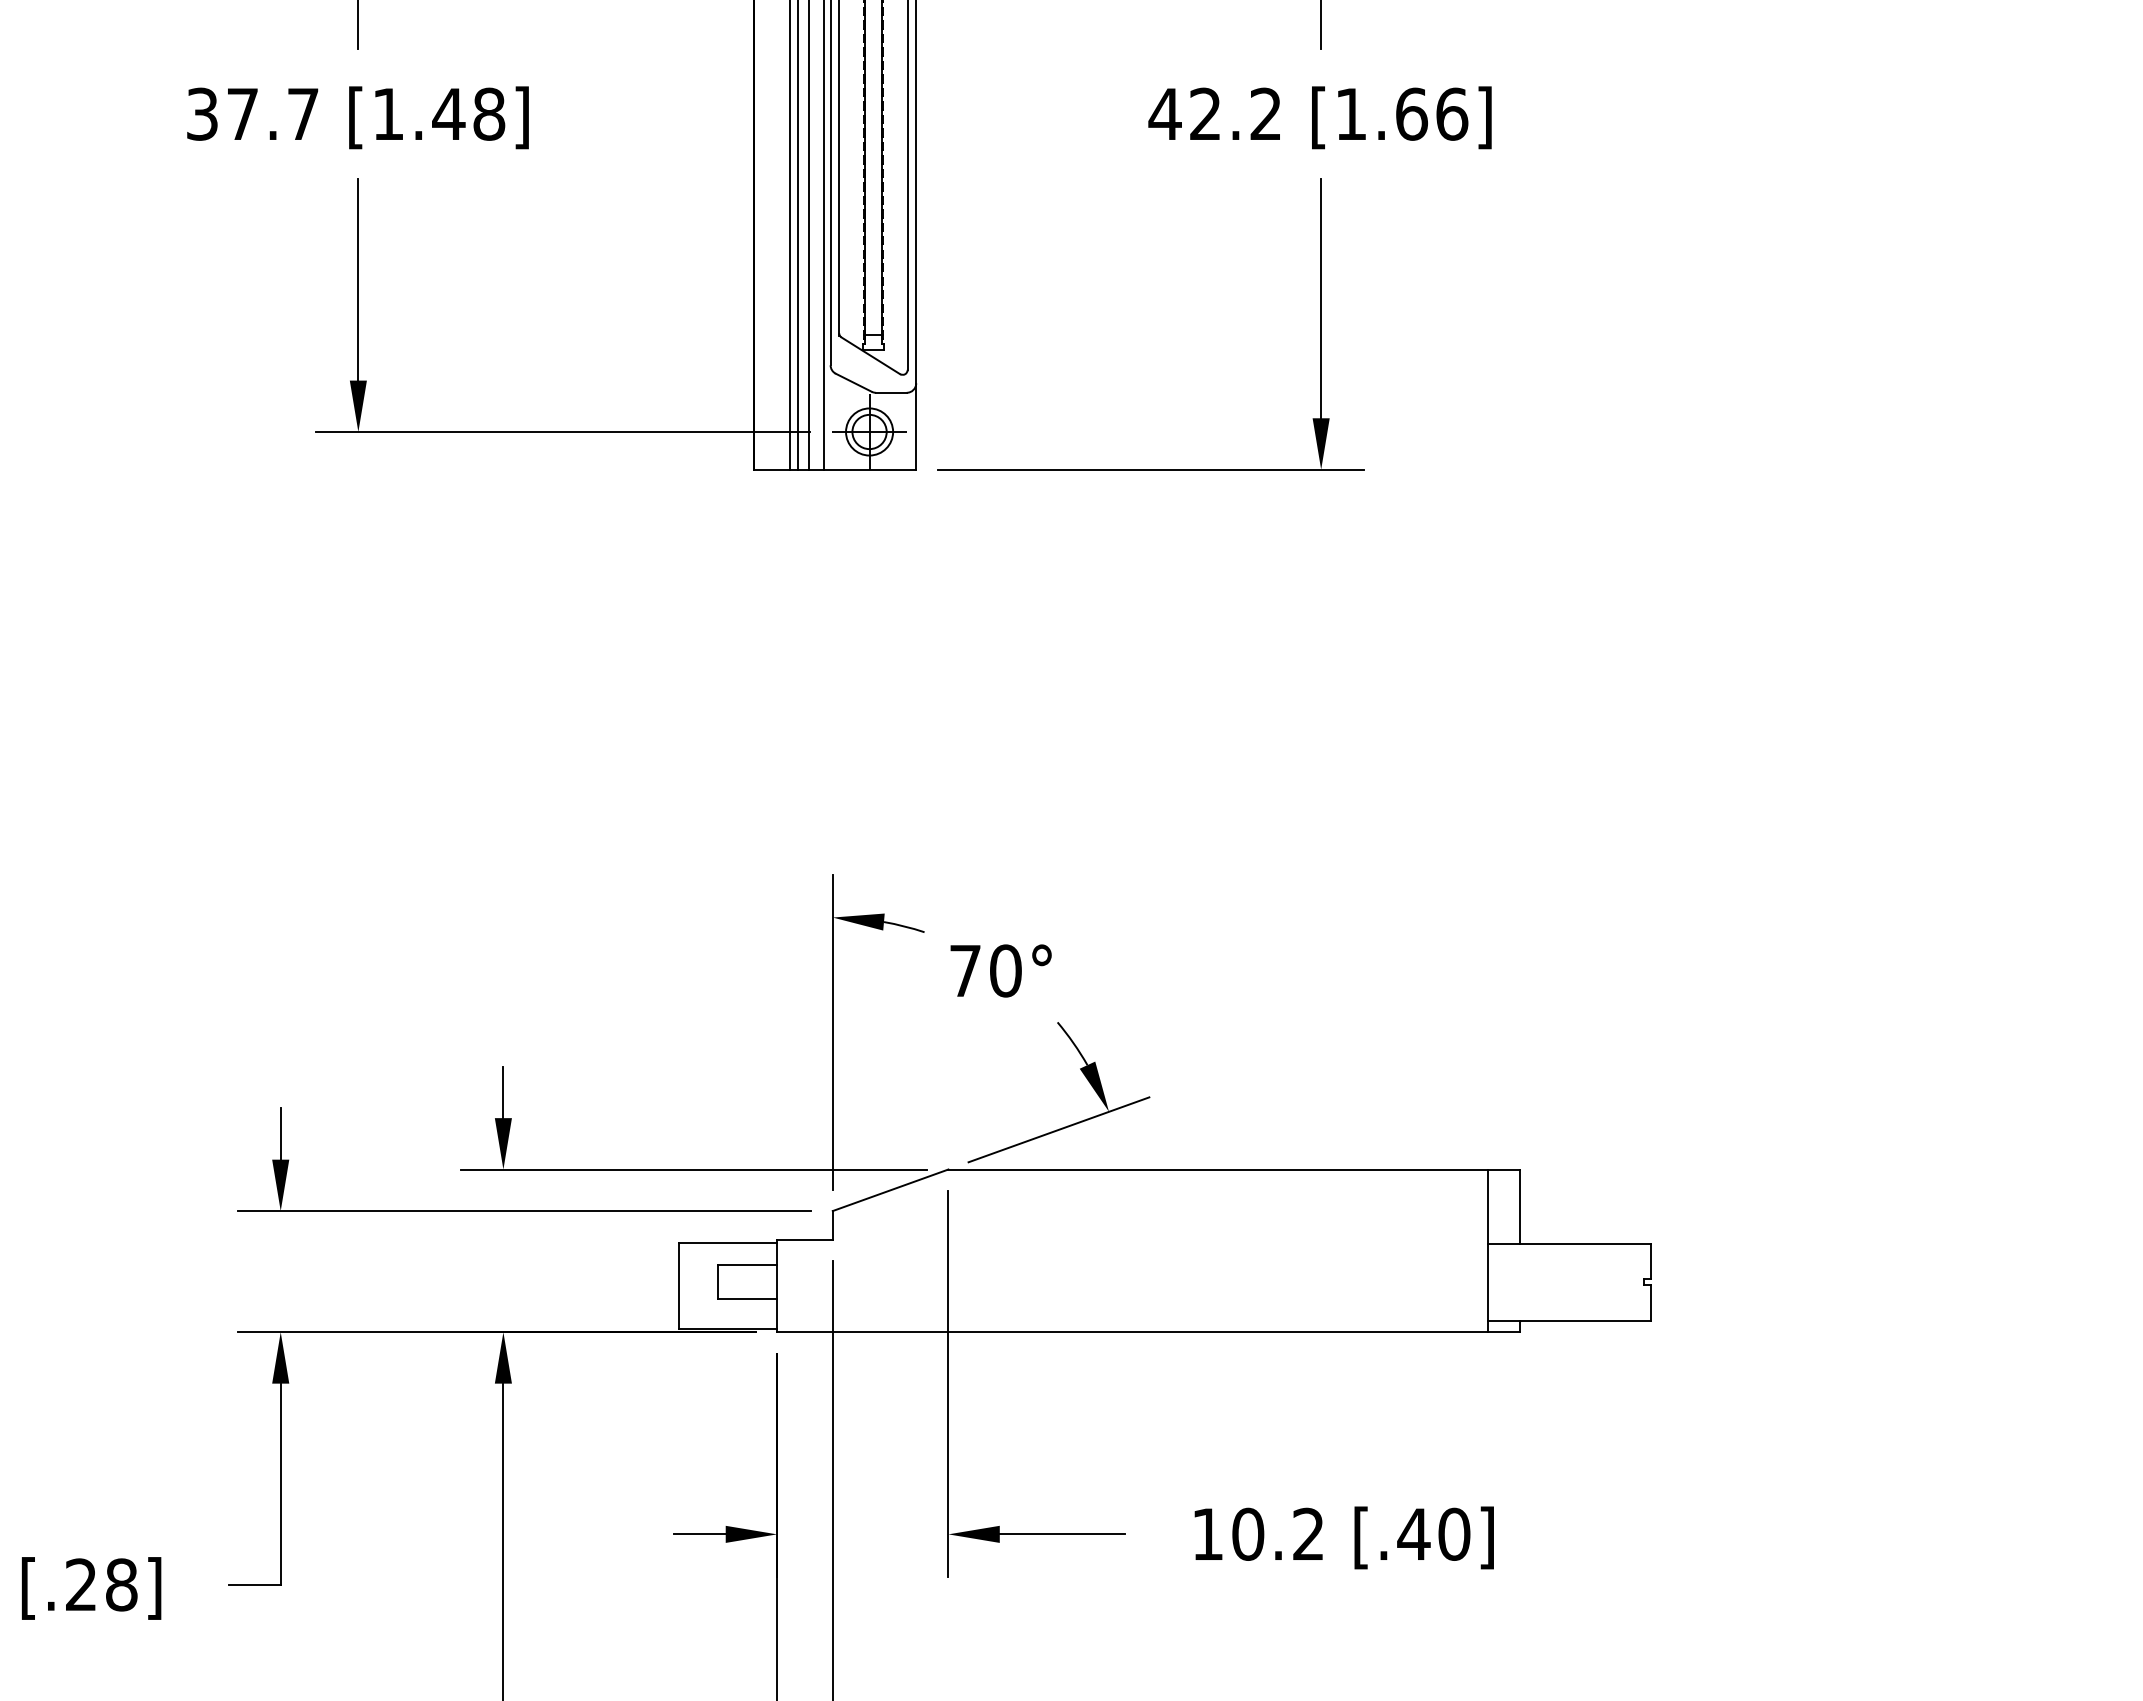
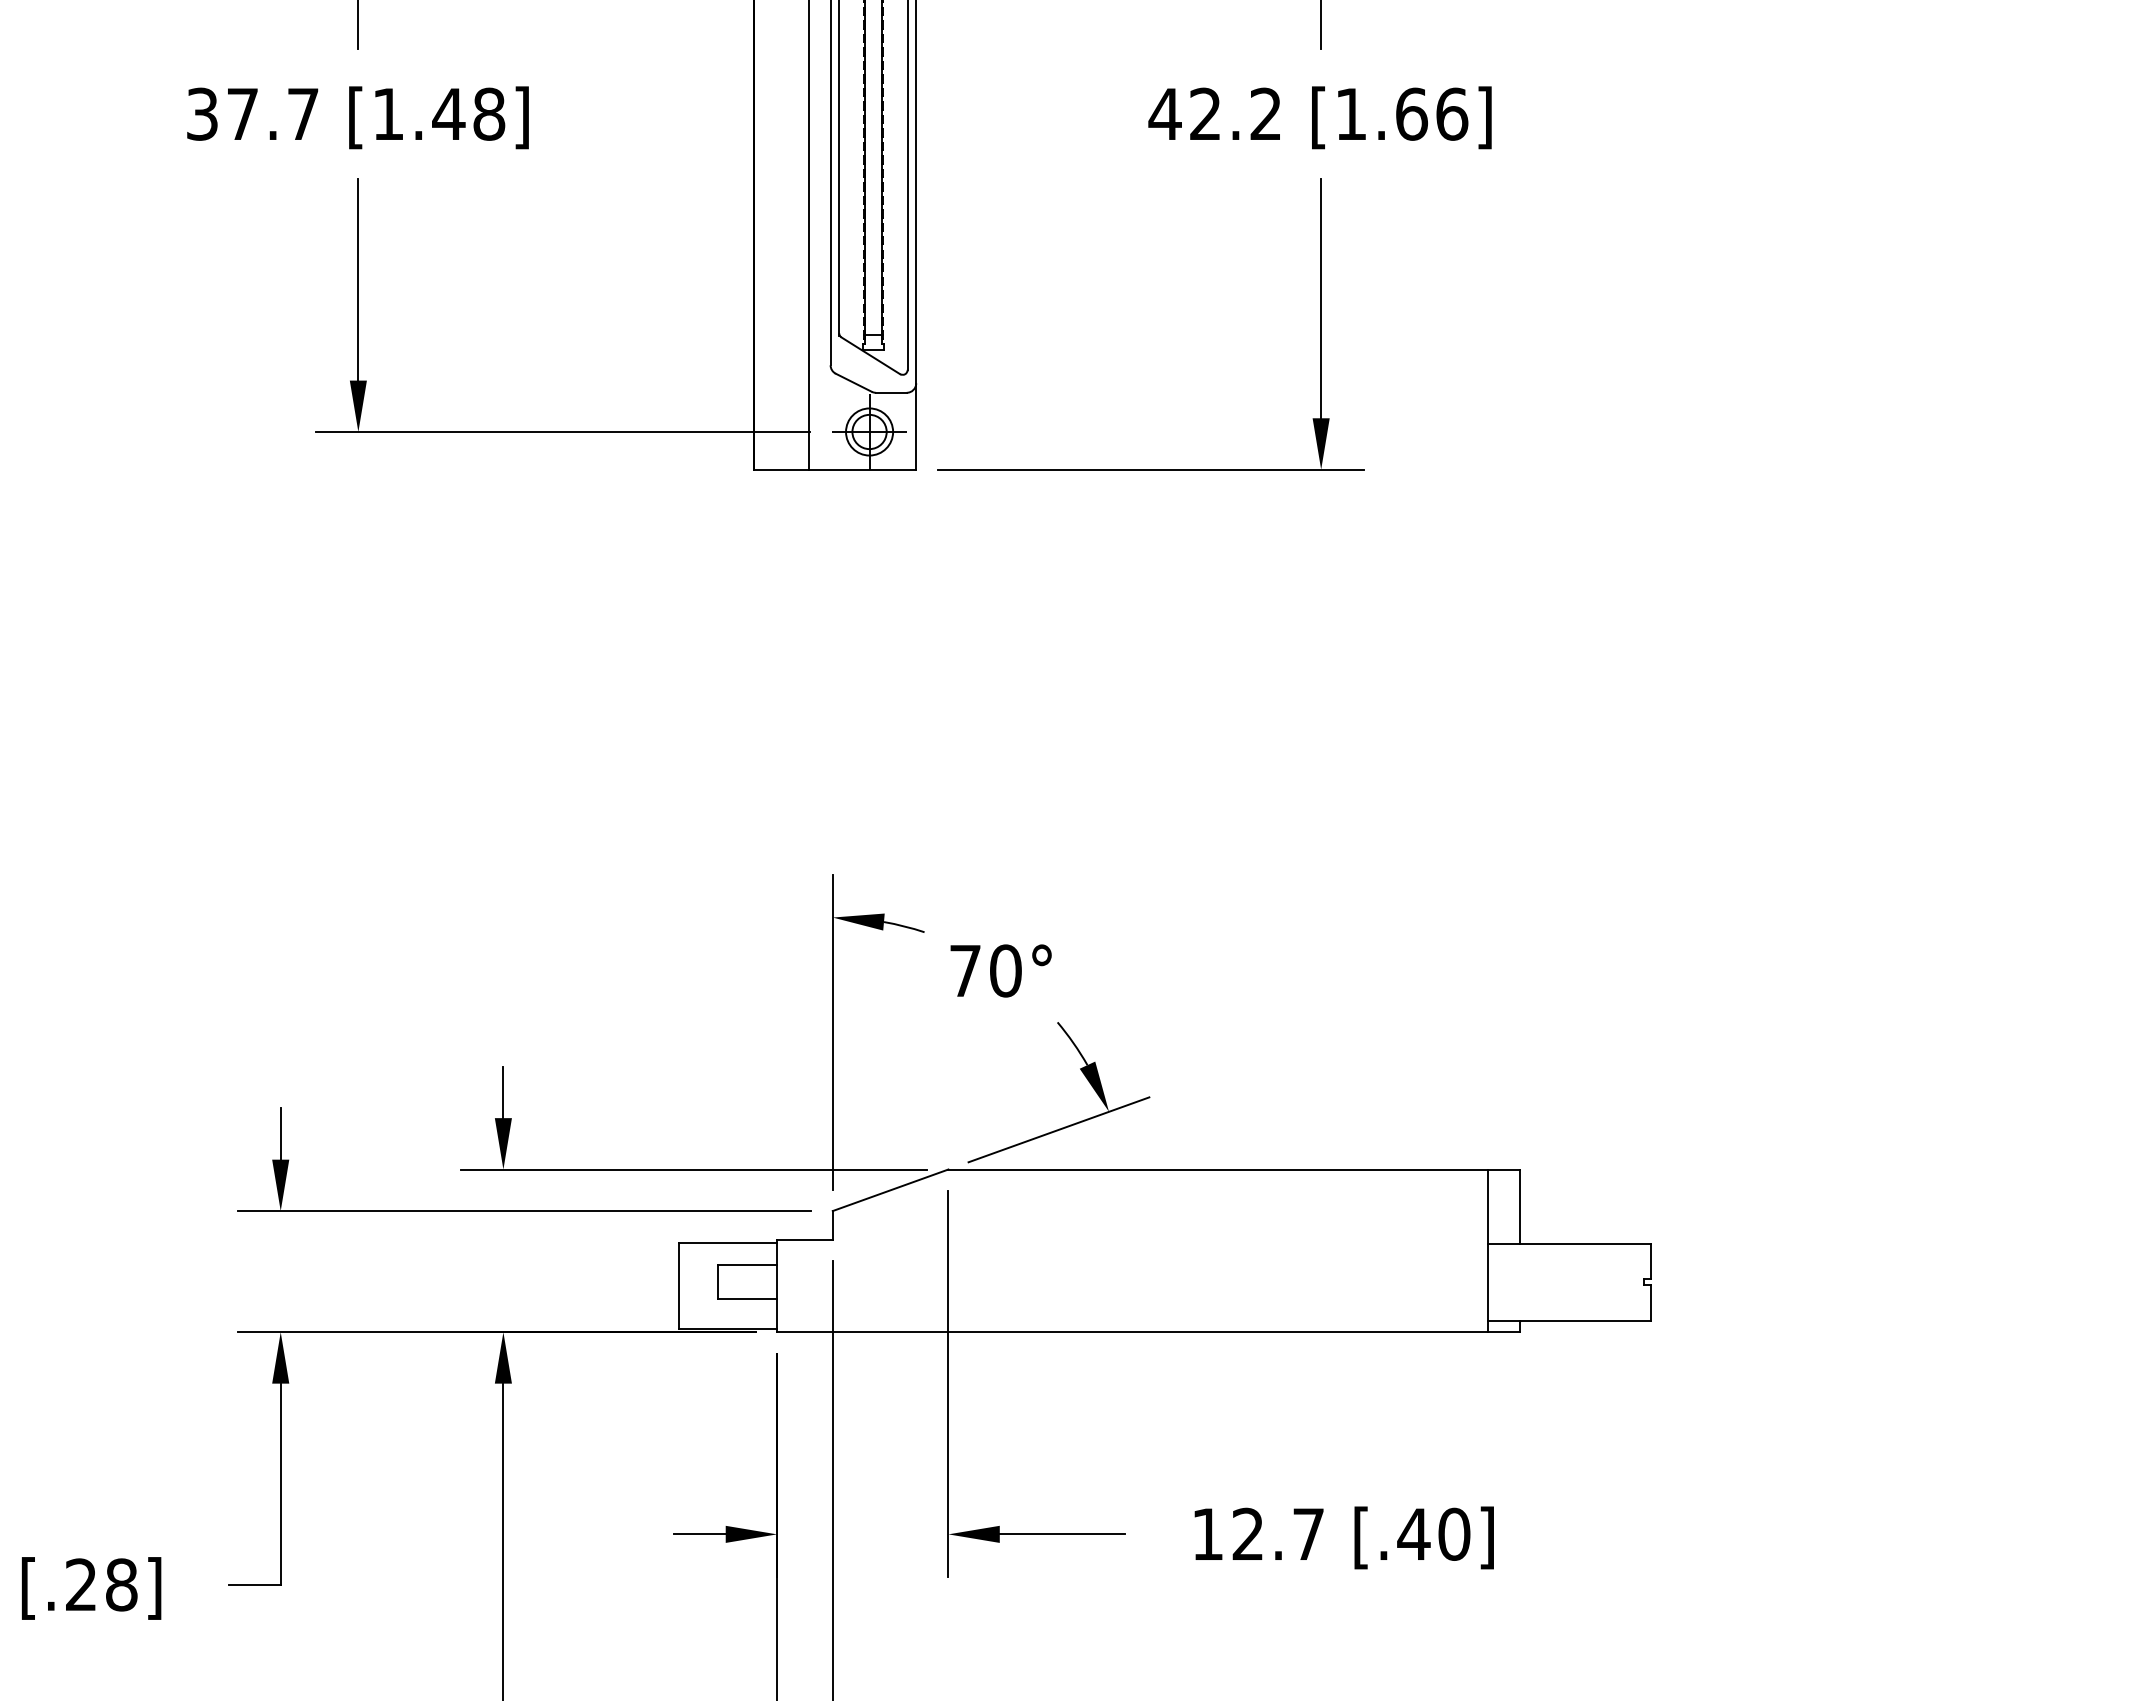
line at (790, 235): present -> none
line at (798, 235): present -> none
line at (823, 235): present -> none
text at (1277, 1533): 10.2 -> 12.7
